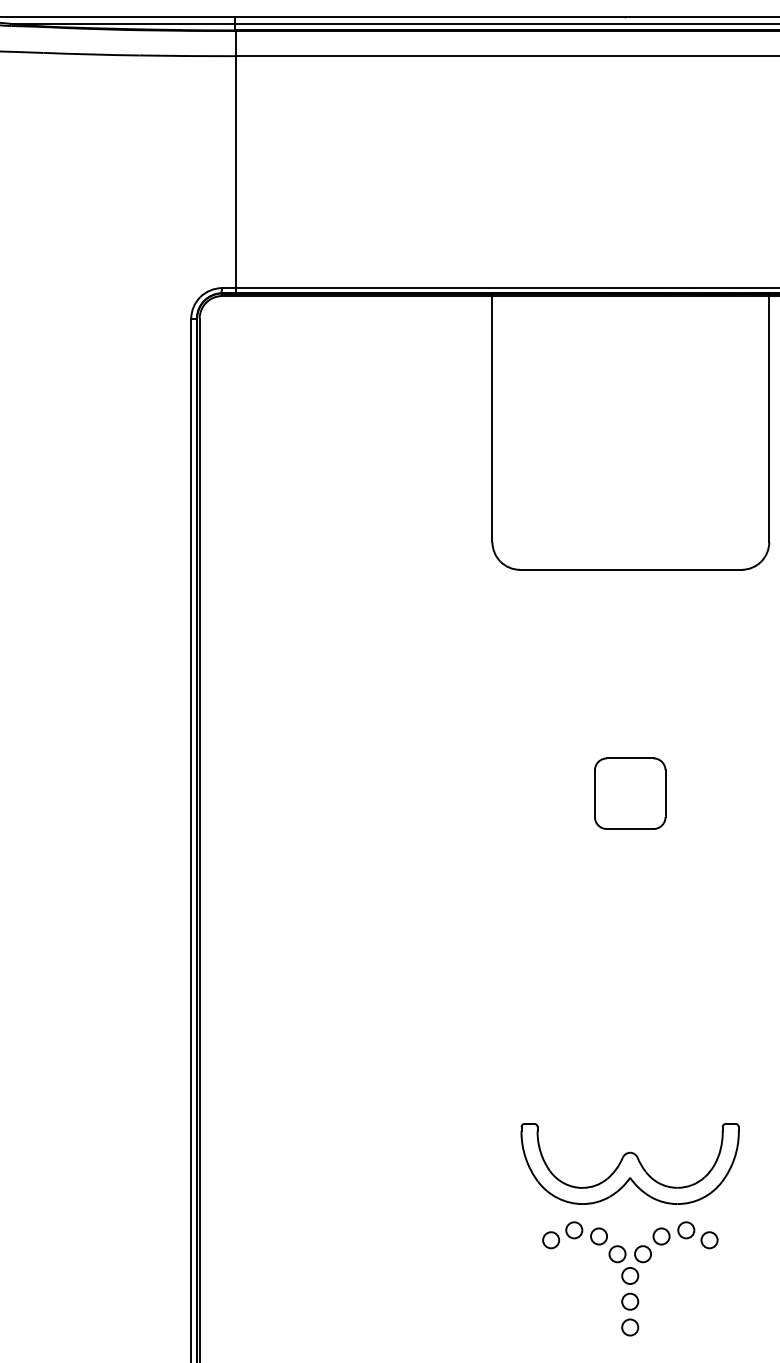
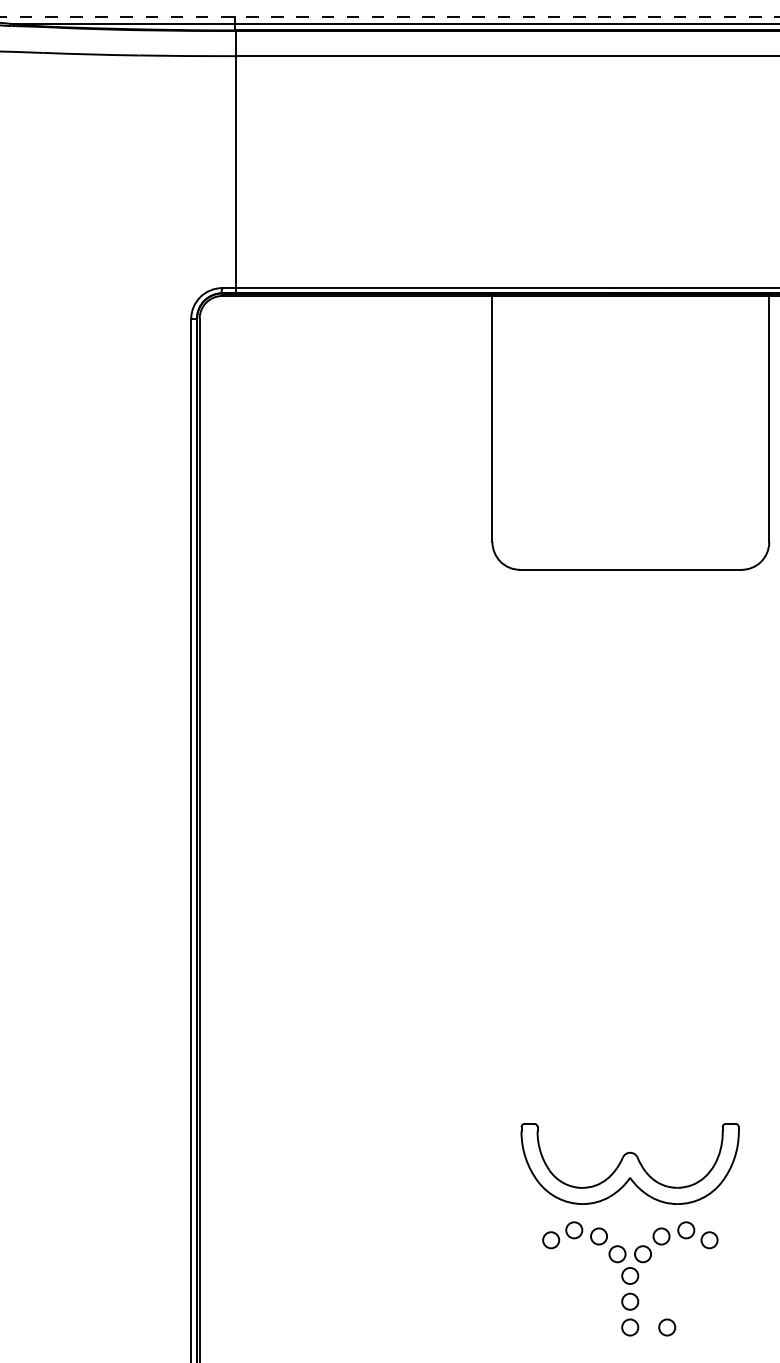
line at (390, 16): solid -> dashed
part at (630, 793): present -> none
circle at (667, 1327): none -> present
